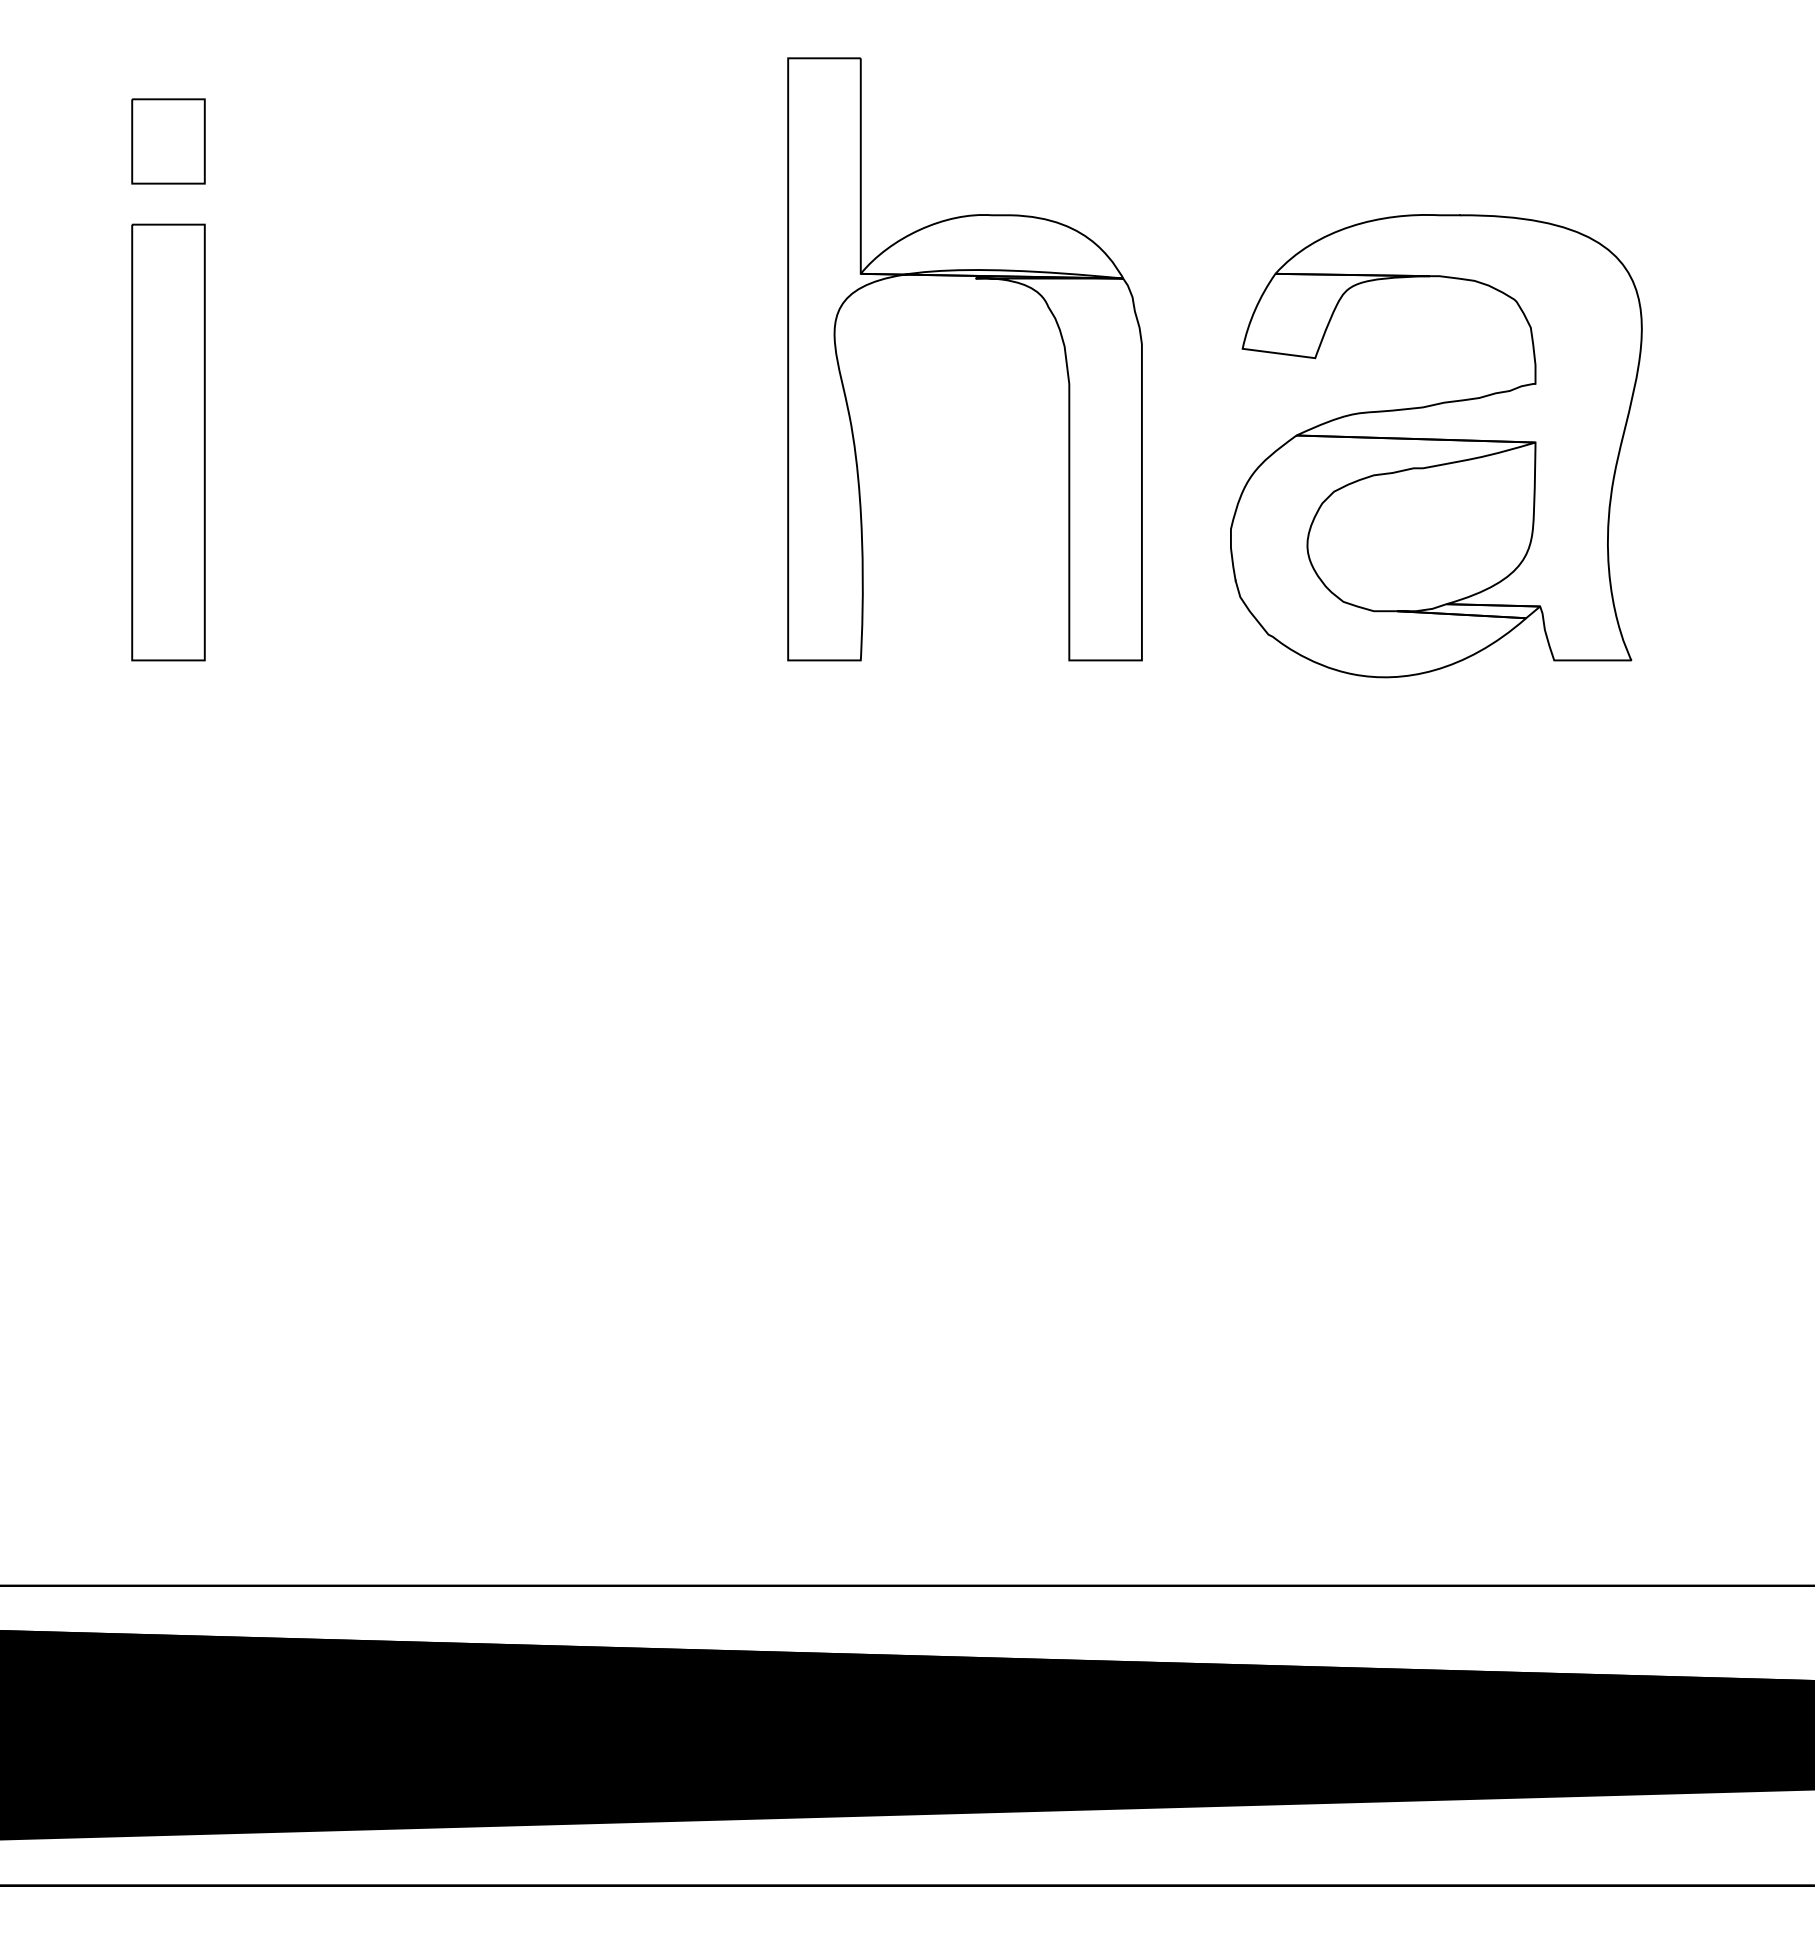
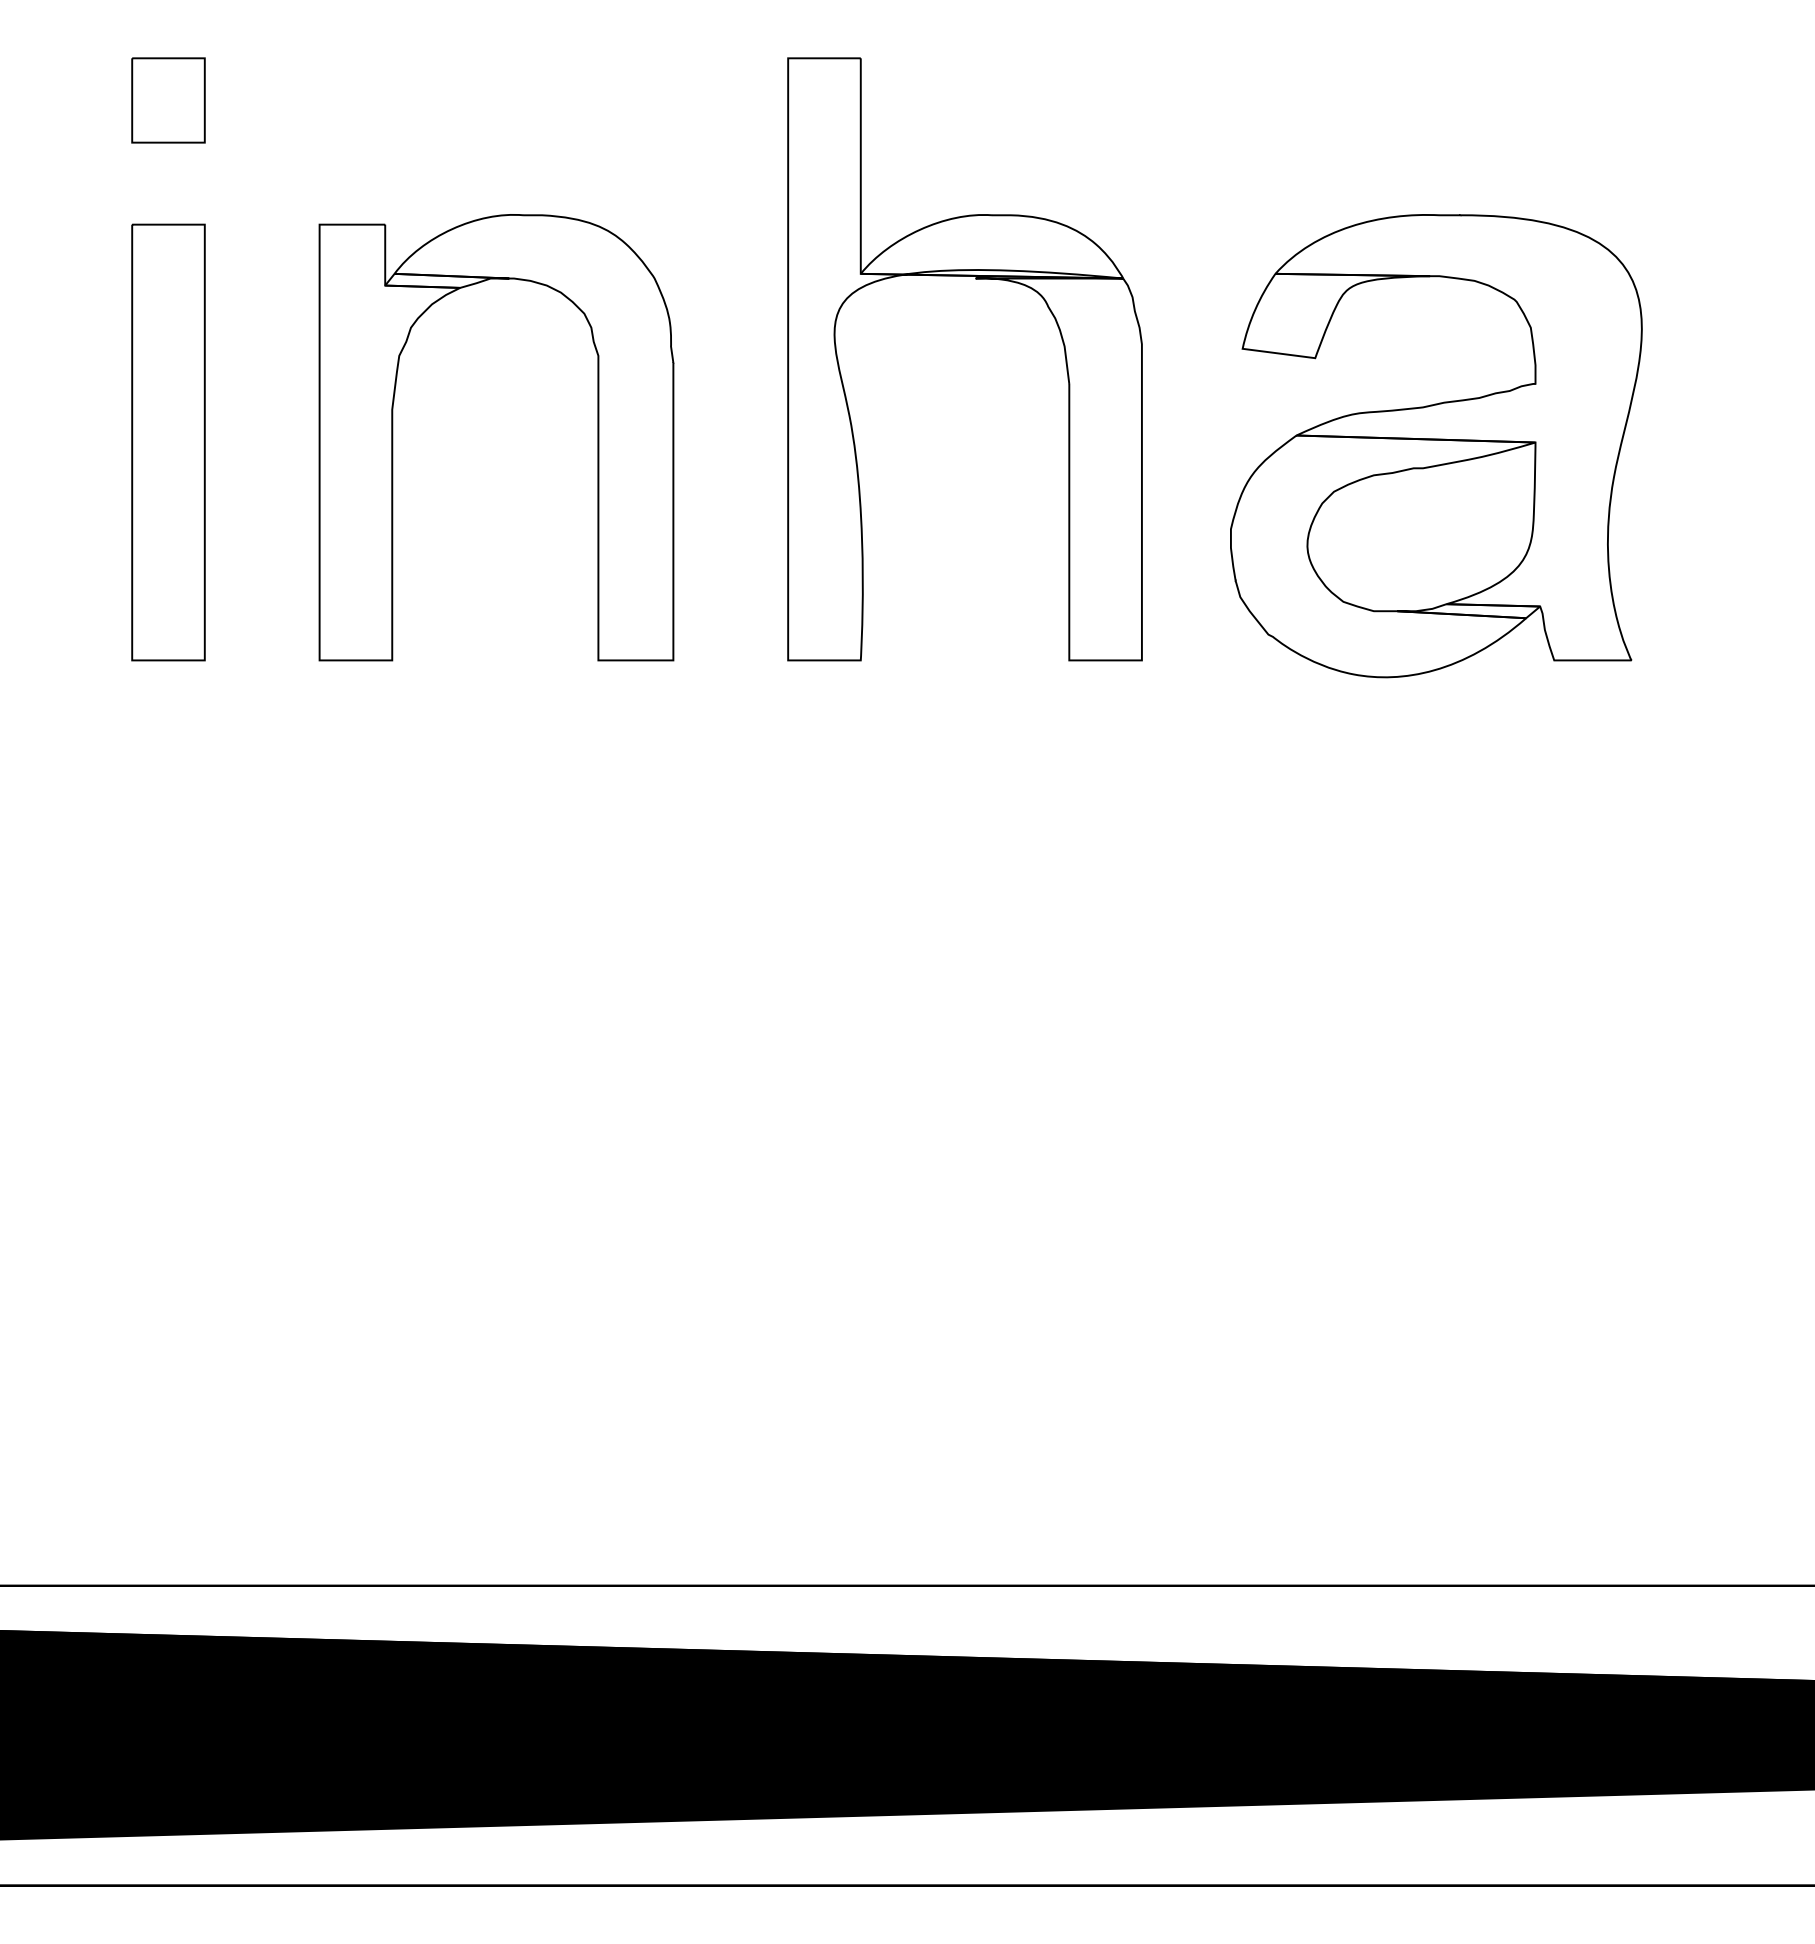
part at (168, 141) position: (168, 141) -> (168, 100)
part at (597, 437): none -> present
